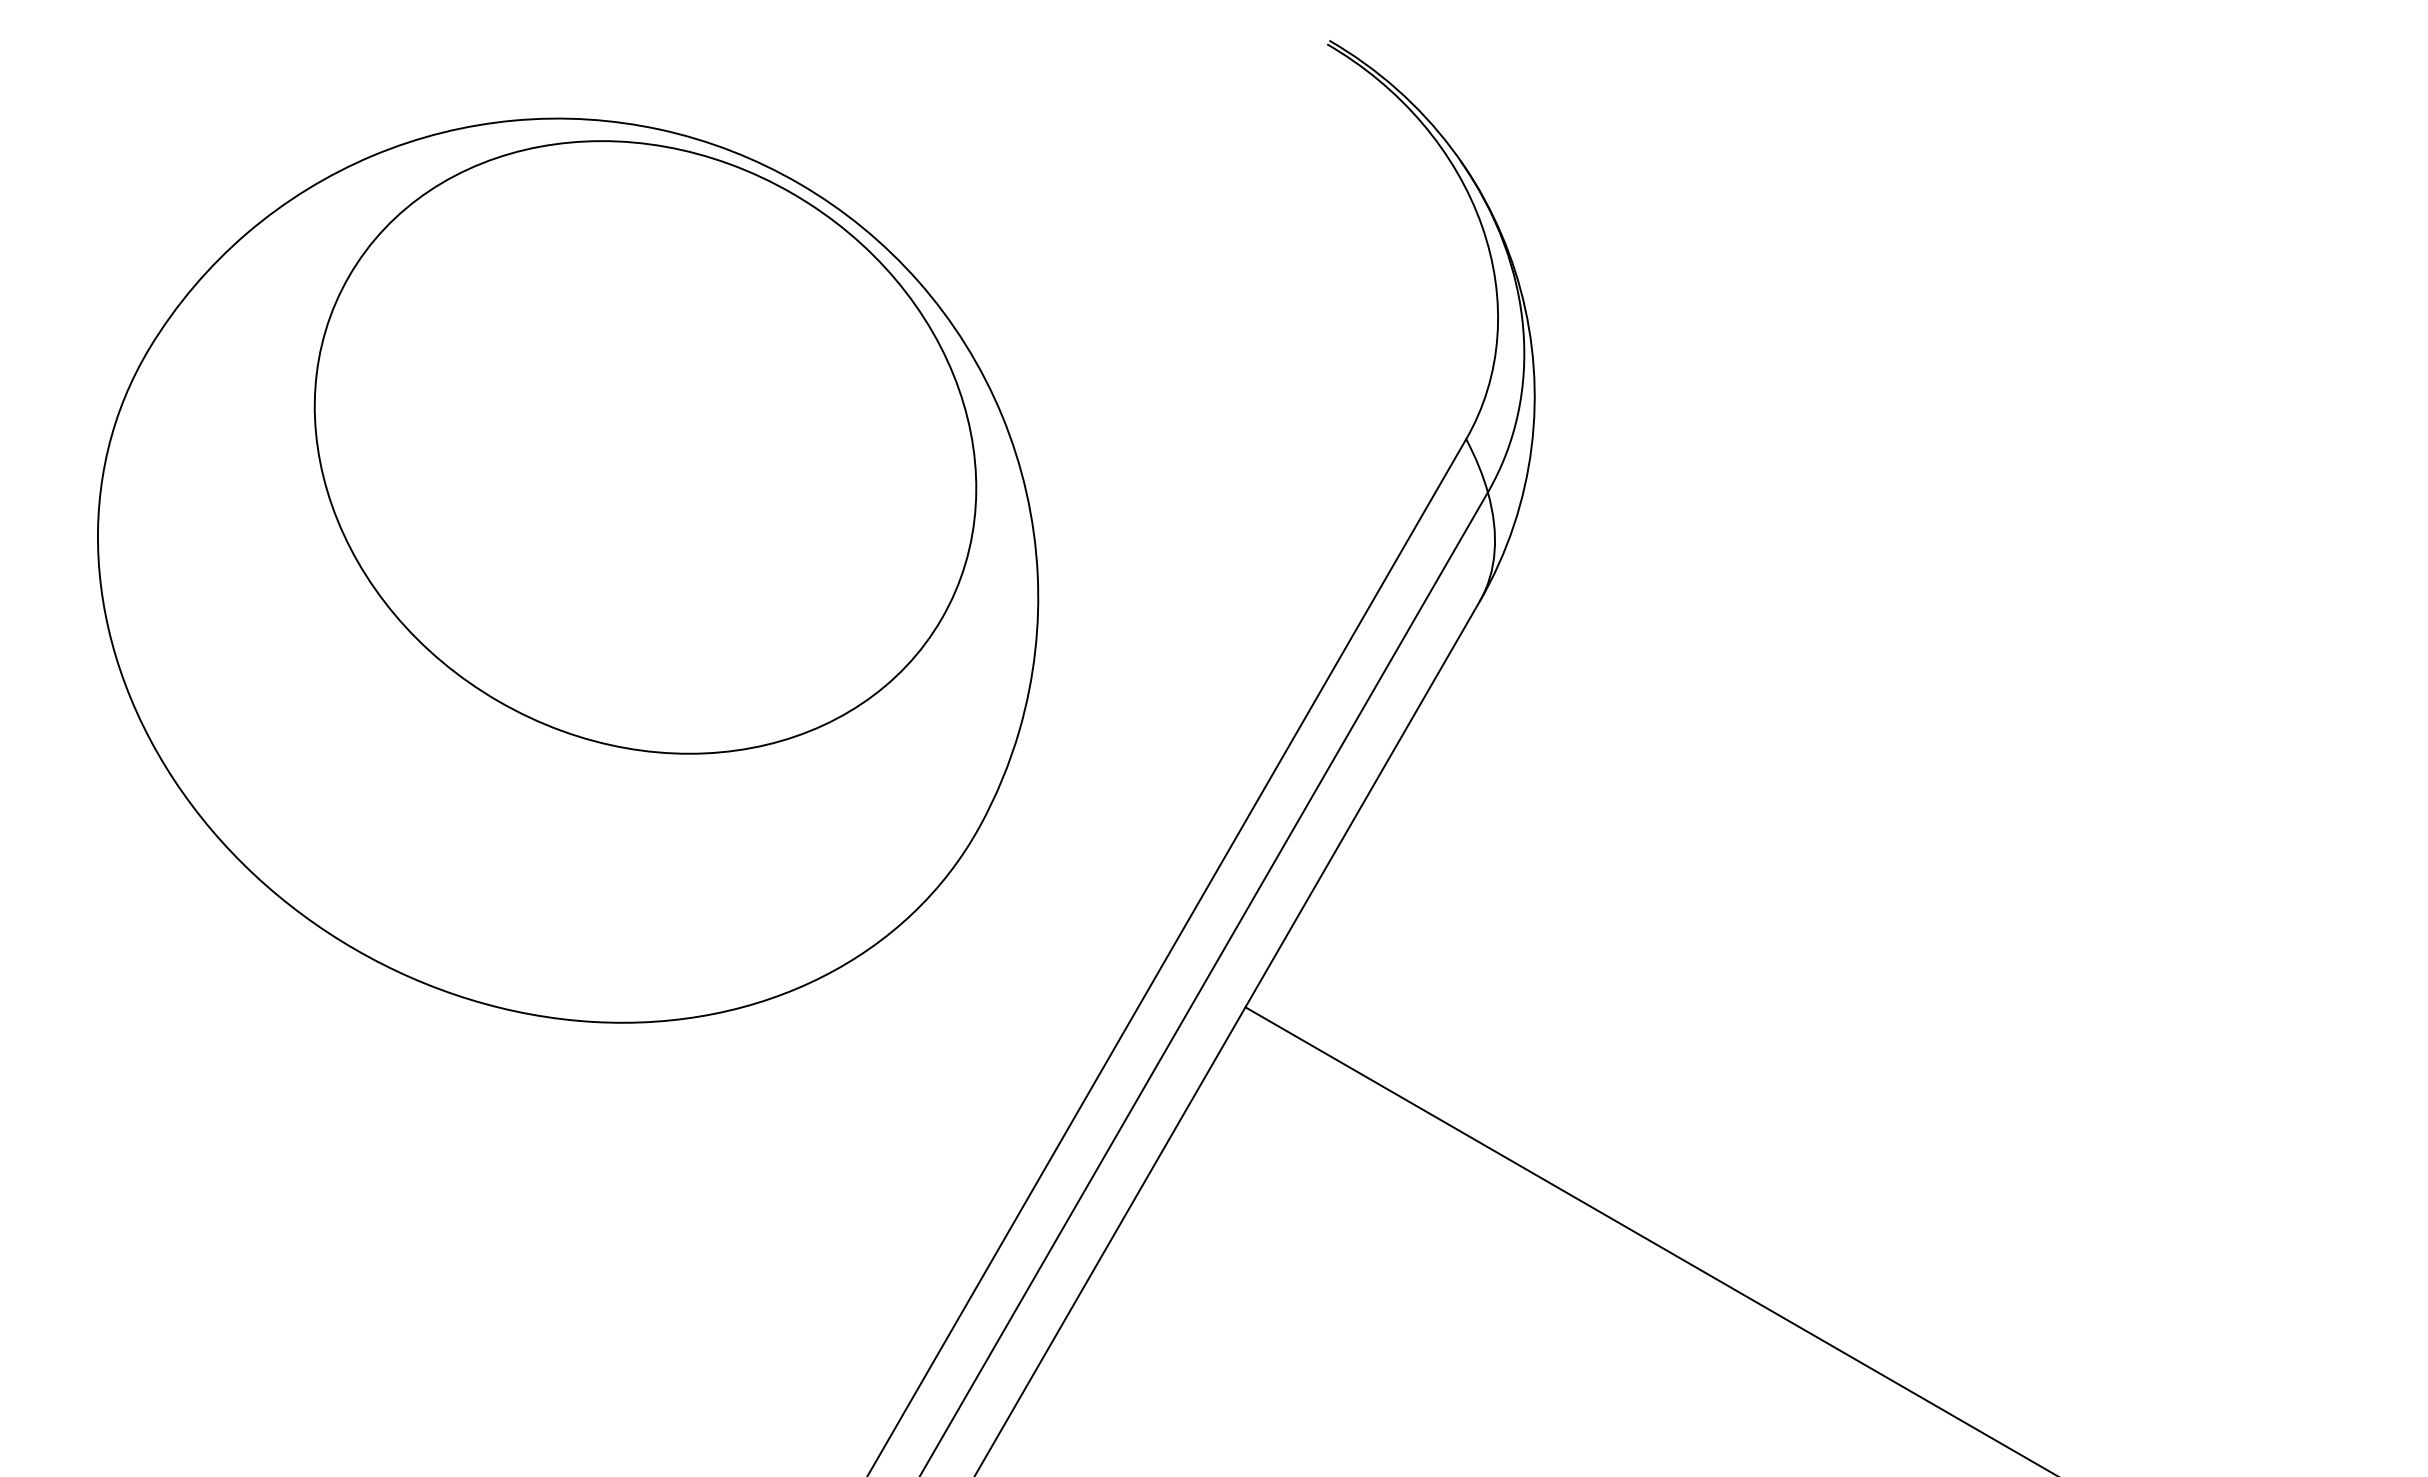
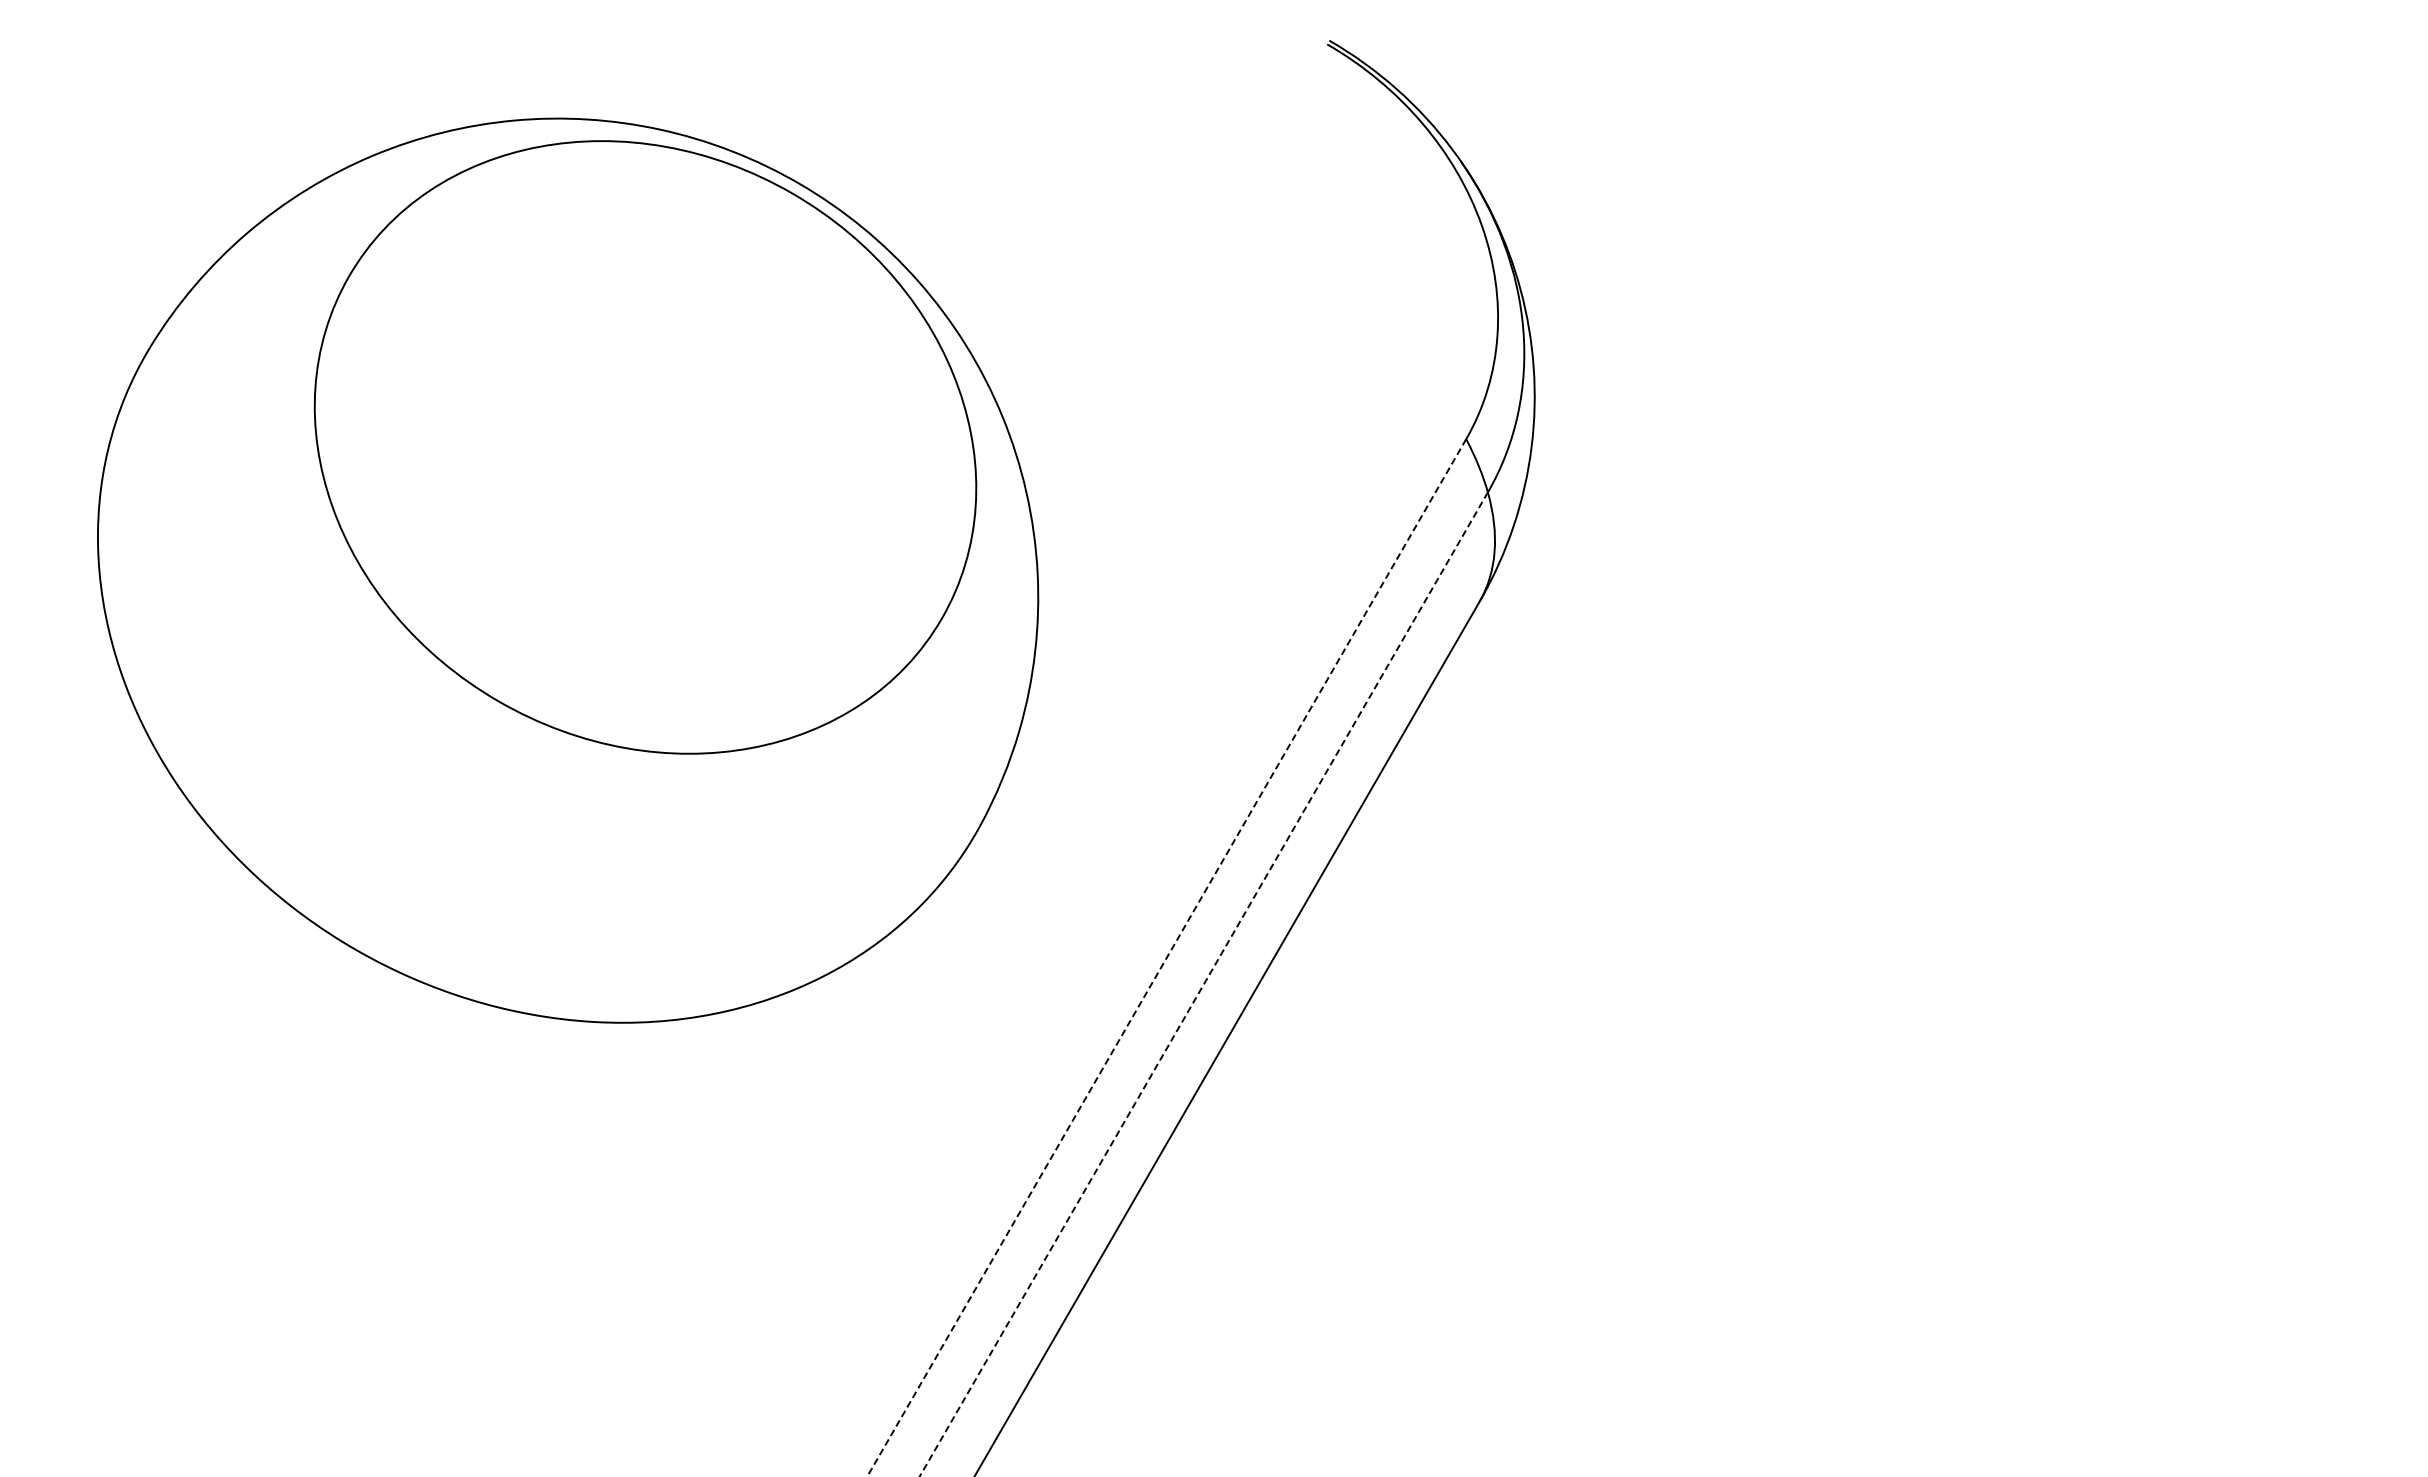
line at (1166, 958): solid -> dashed
line at (1203, 984): solid -> dashed
line at (1649, 1240): present -> none
